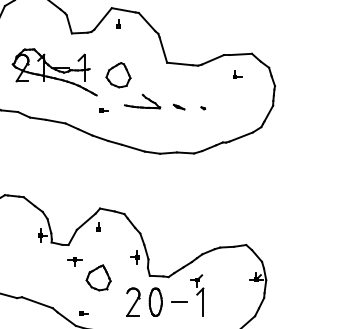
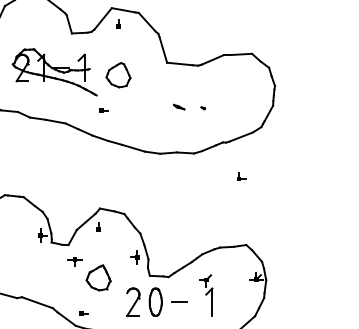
part at (237, 74) position: (237, 74) -> (241, 176)
part at (142, 101): present -> none
part at (197, 295) position: (197, 295) -> (206, 295)
